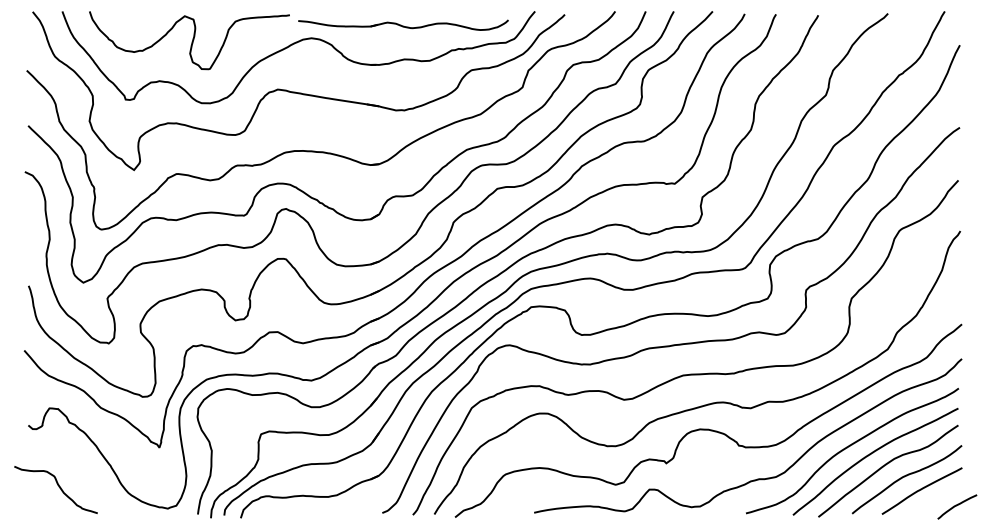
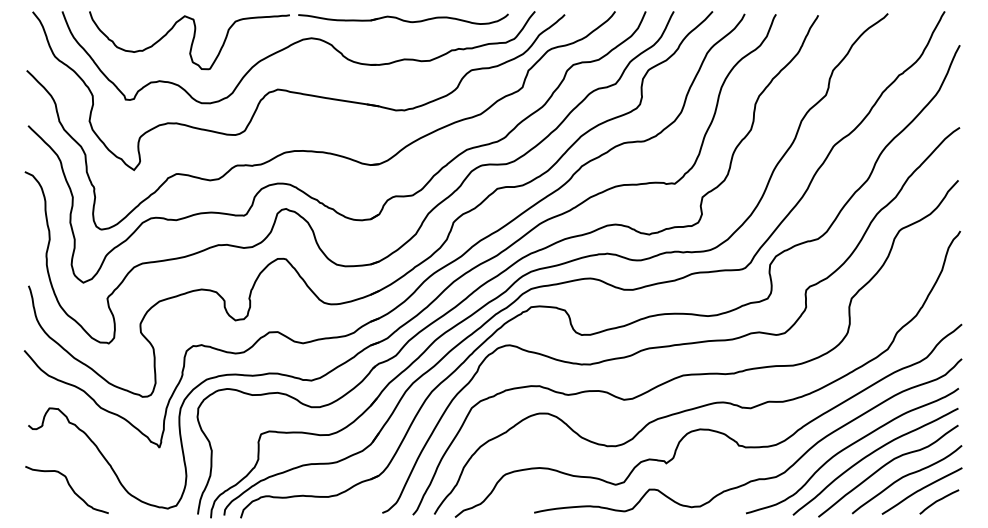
part at (403, 24) position: (403, 24) -> (403, 18)
curve at (59, 488) position: (59, 488) -> (70, 488)
curve at (957, 505) position: (957, 505) -> (939, 500)
